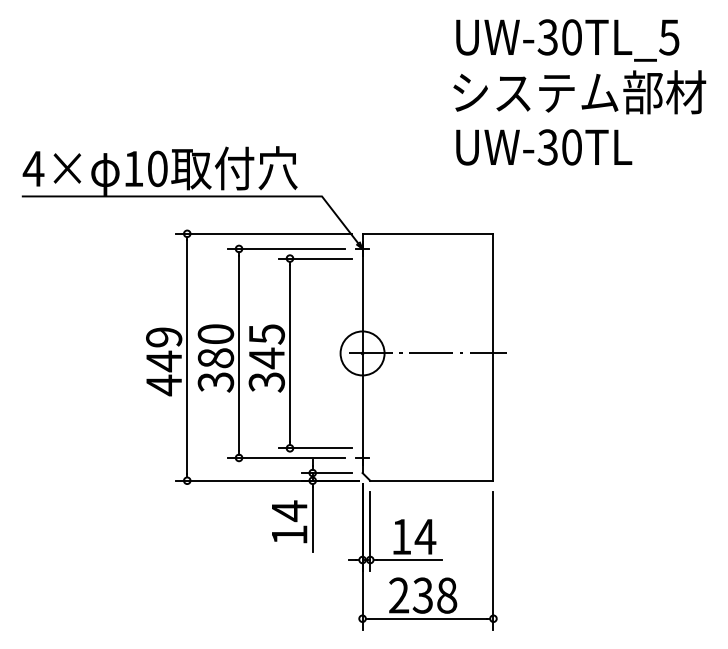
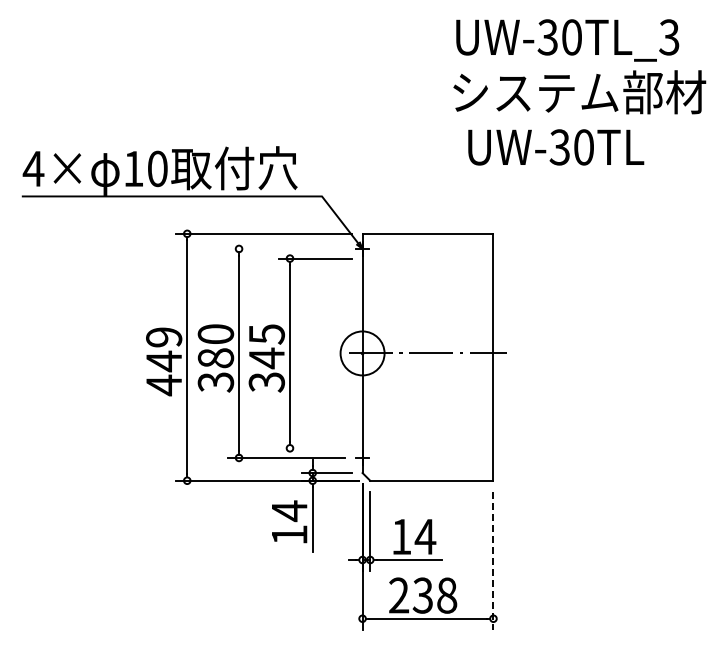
text at (669, 37): UW-30TL_5 -> UW-30TL_3
text at (544, 147) position: (544, 147) -> (556, 147)
line at (286, 248): present -> none
line at (314, 448): present -> none
line at (493, 560): solid -> dashed
